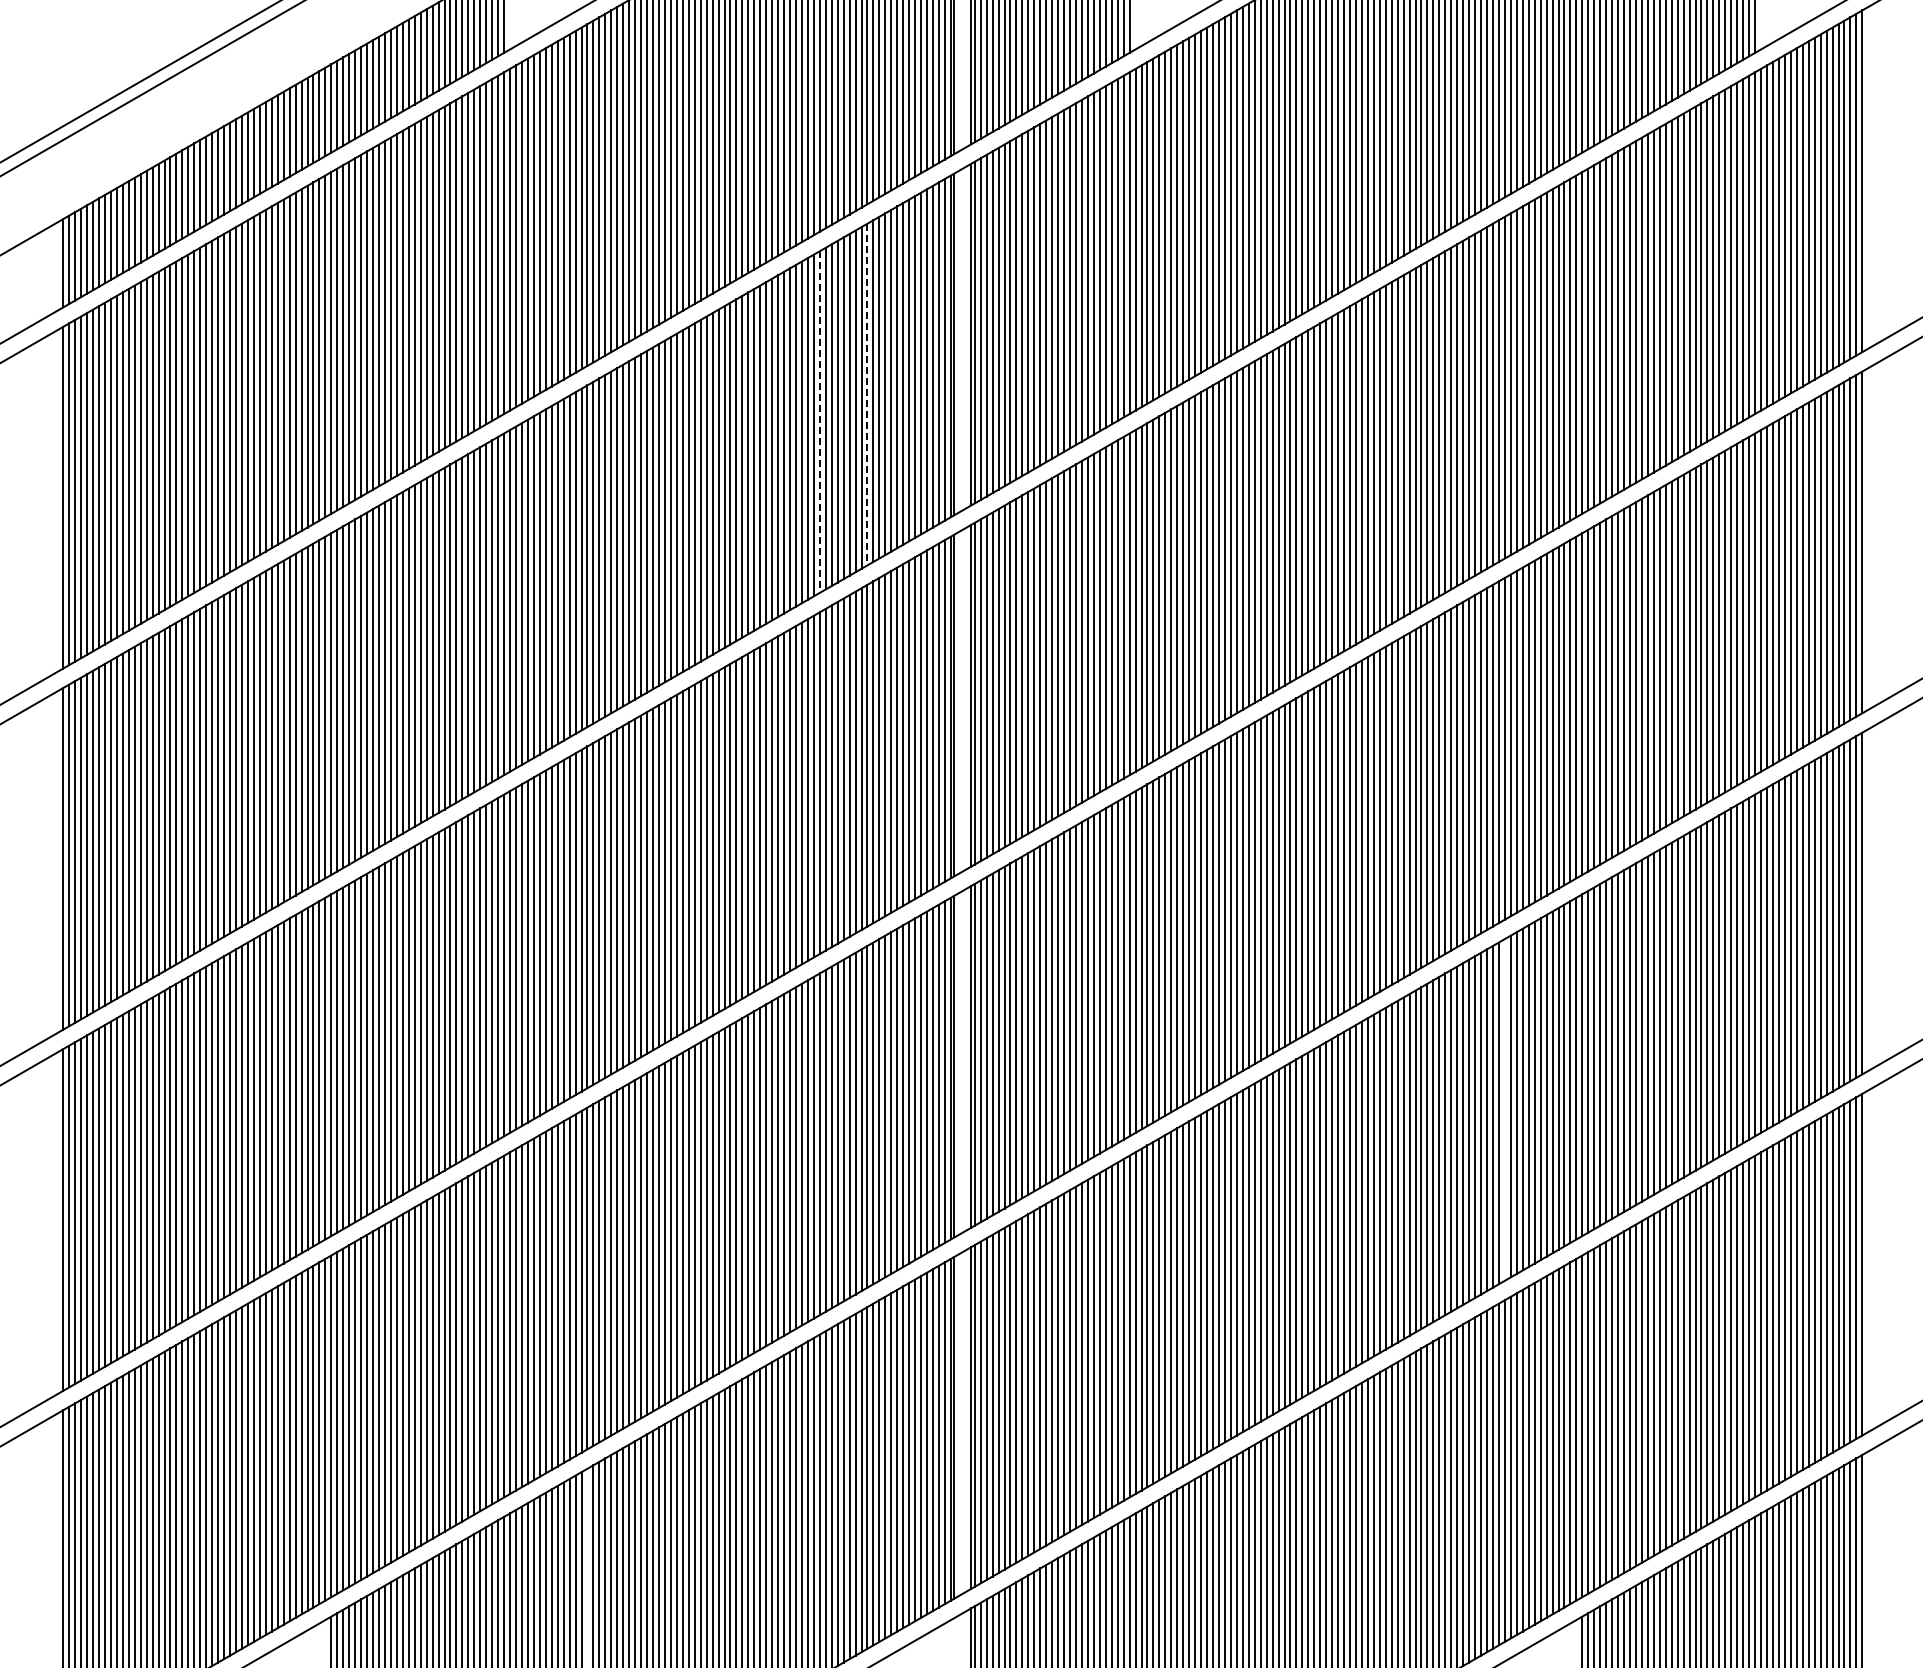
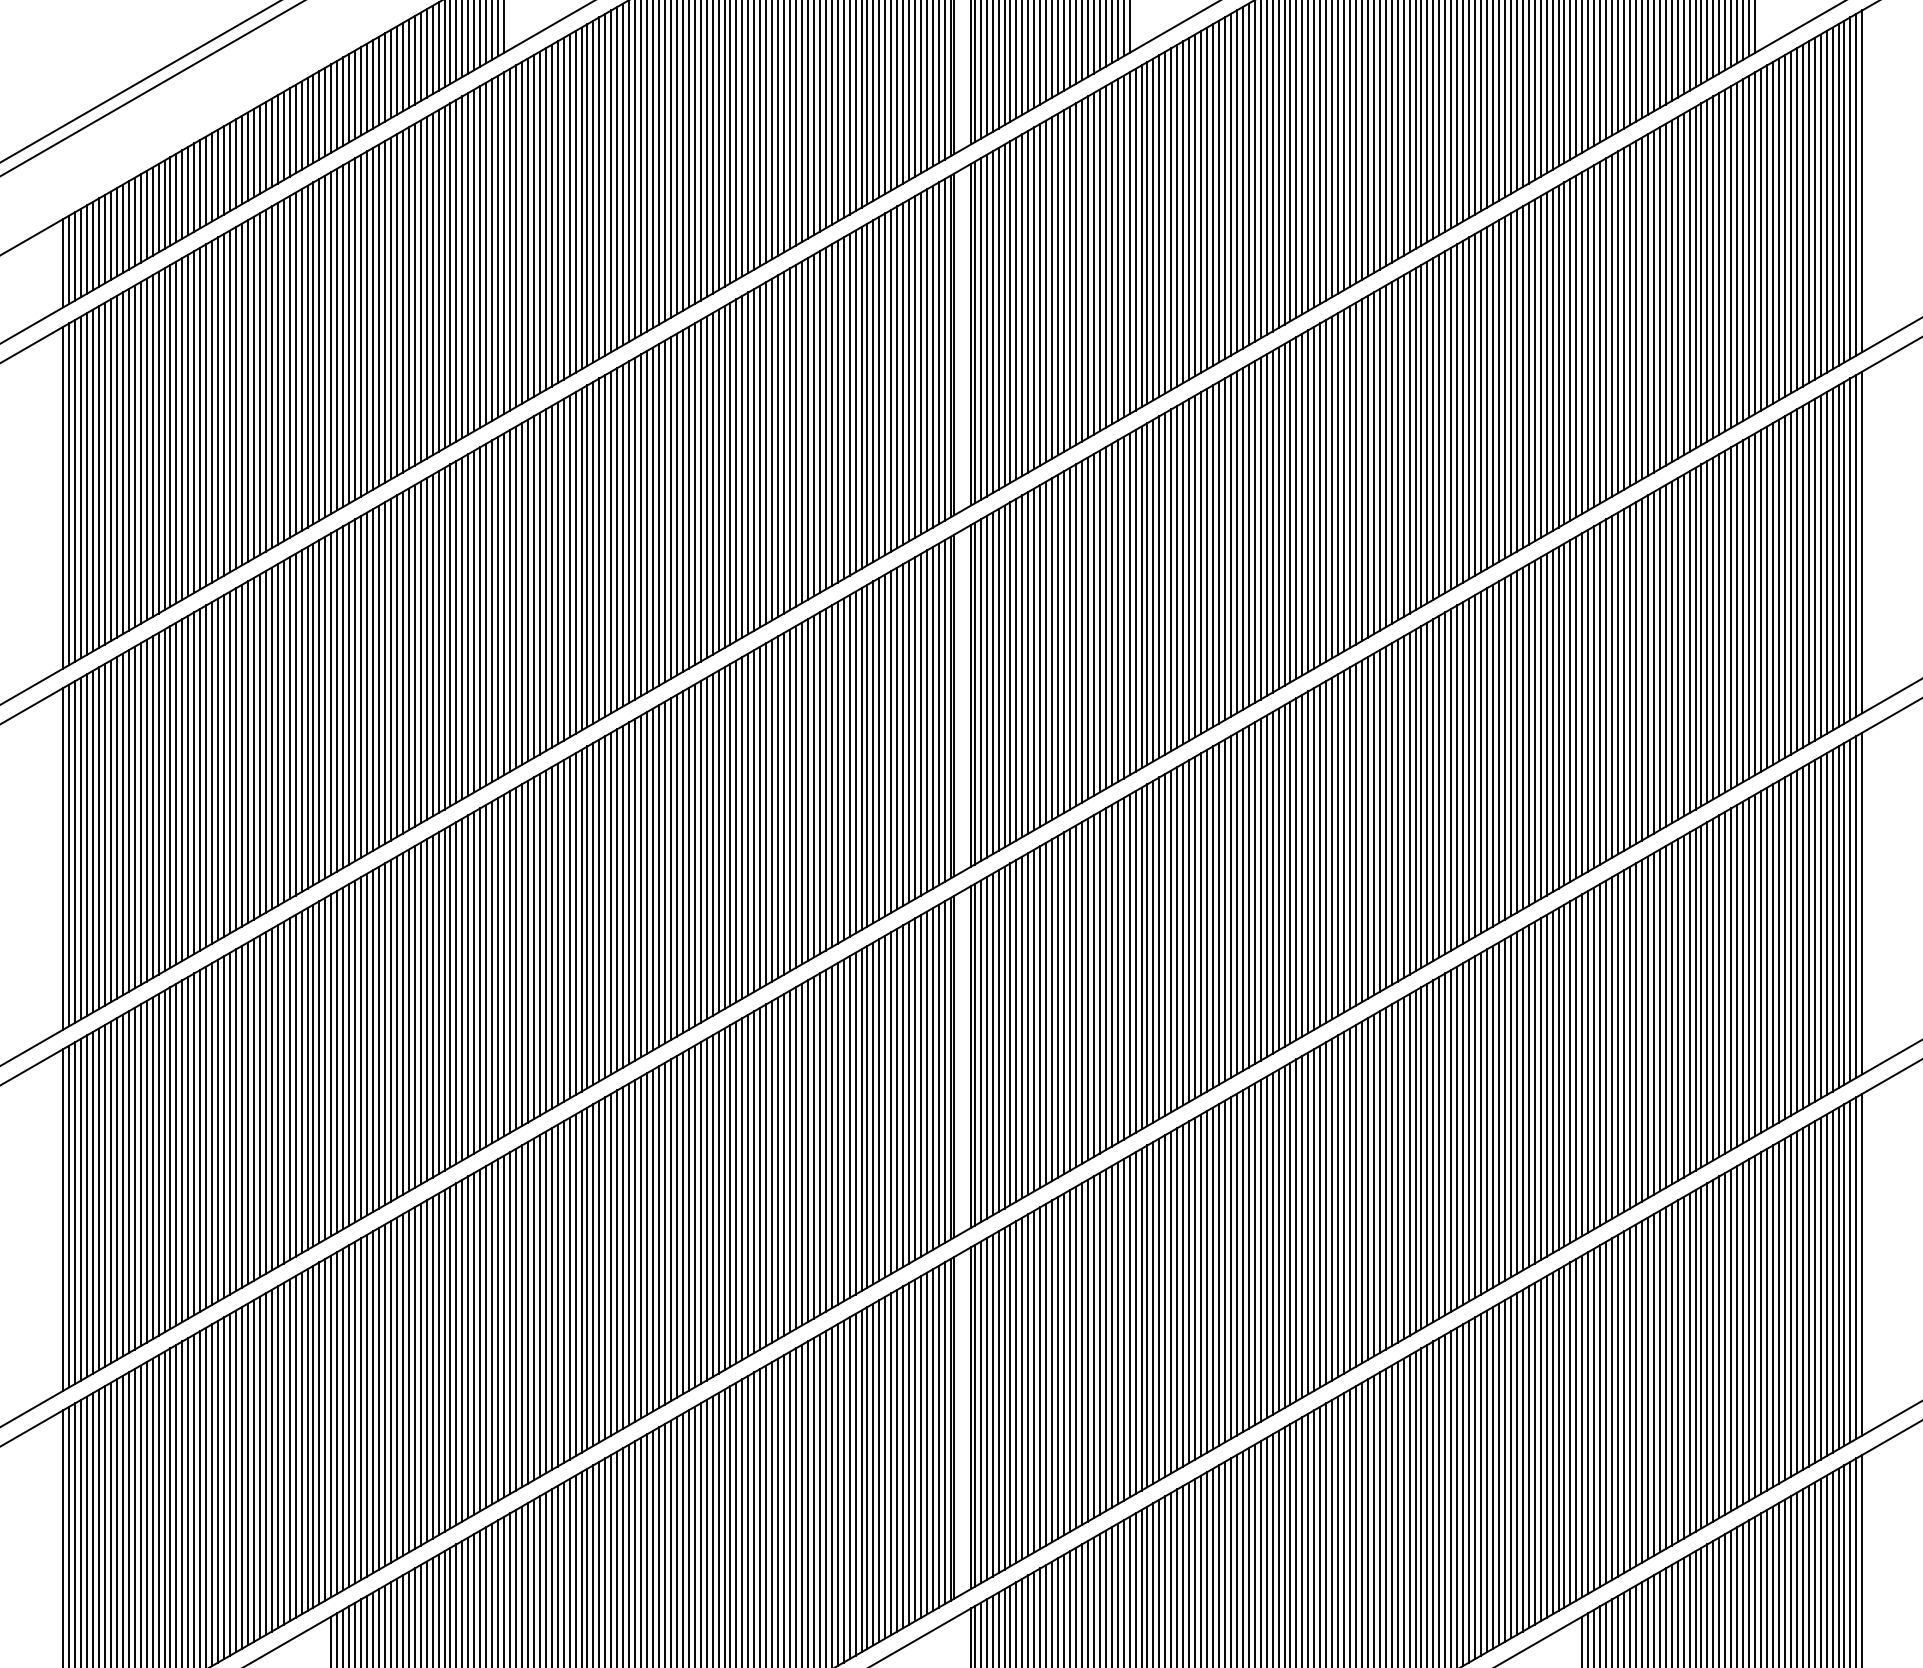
line at (867, 394): dashed -> solid
line at (819, 422): dashed -> solid
line at (1504, 1109): none -> present
line at (587, 1566): none -> present
